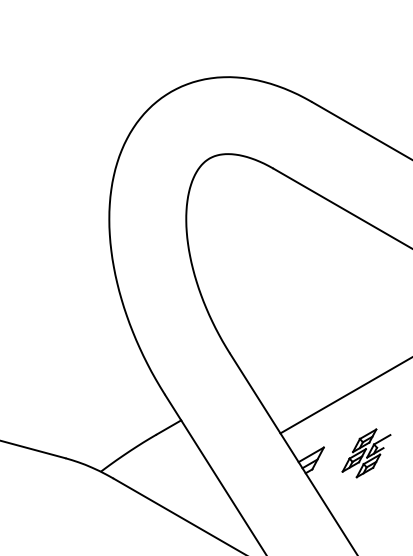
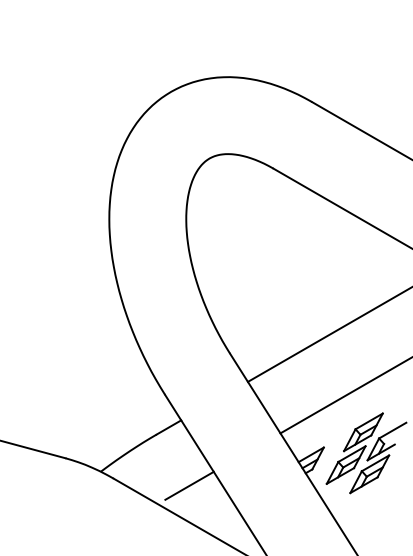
line at (328, 334): none -> present
part at (366, 453) size: 51x51 px -> 83x83 px
line at (189, 485): none -> present
